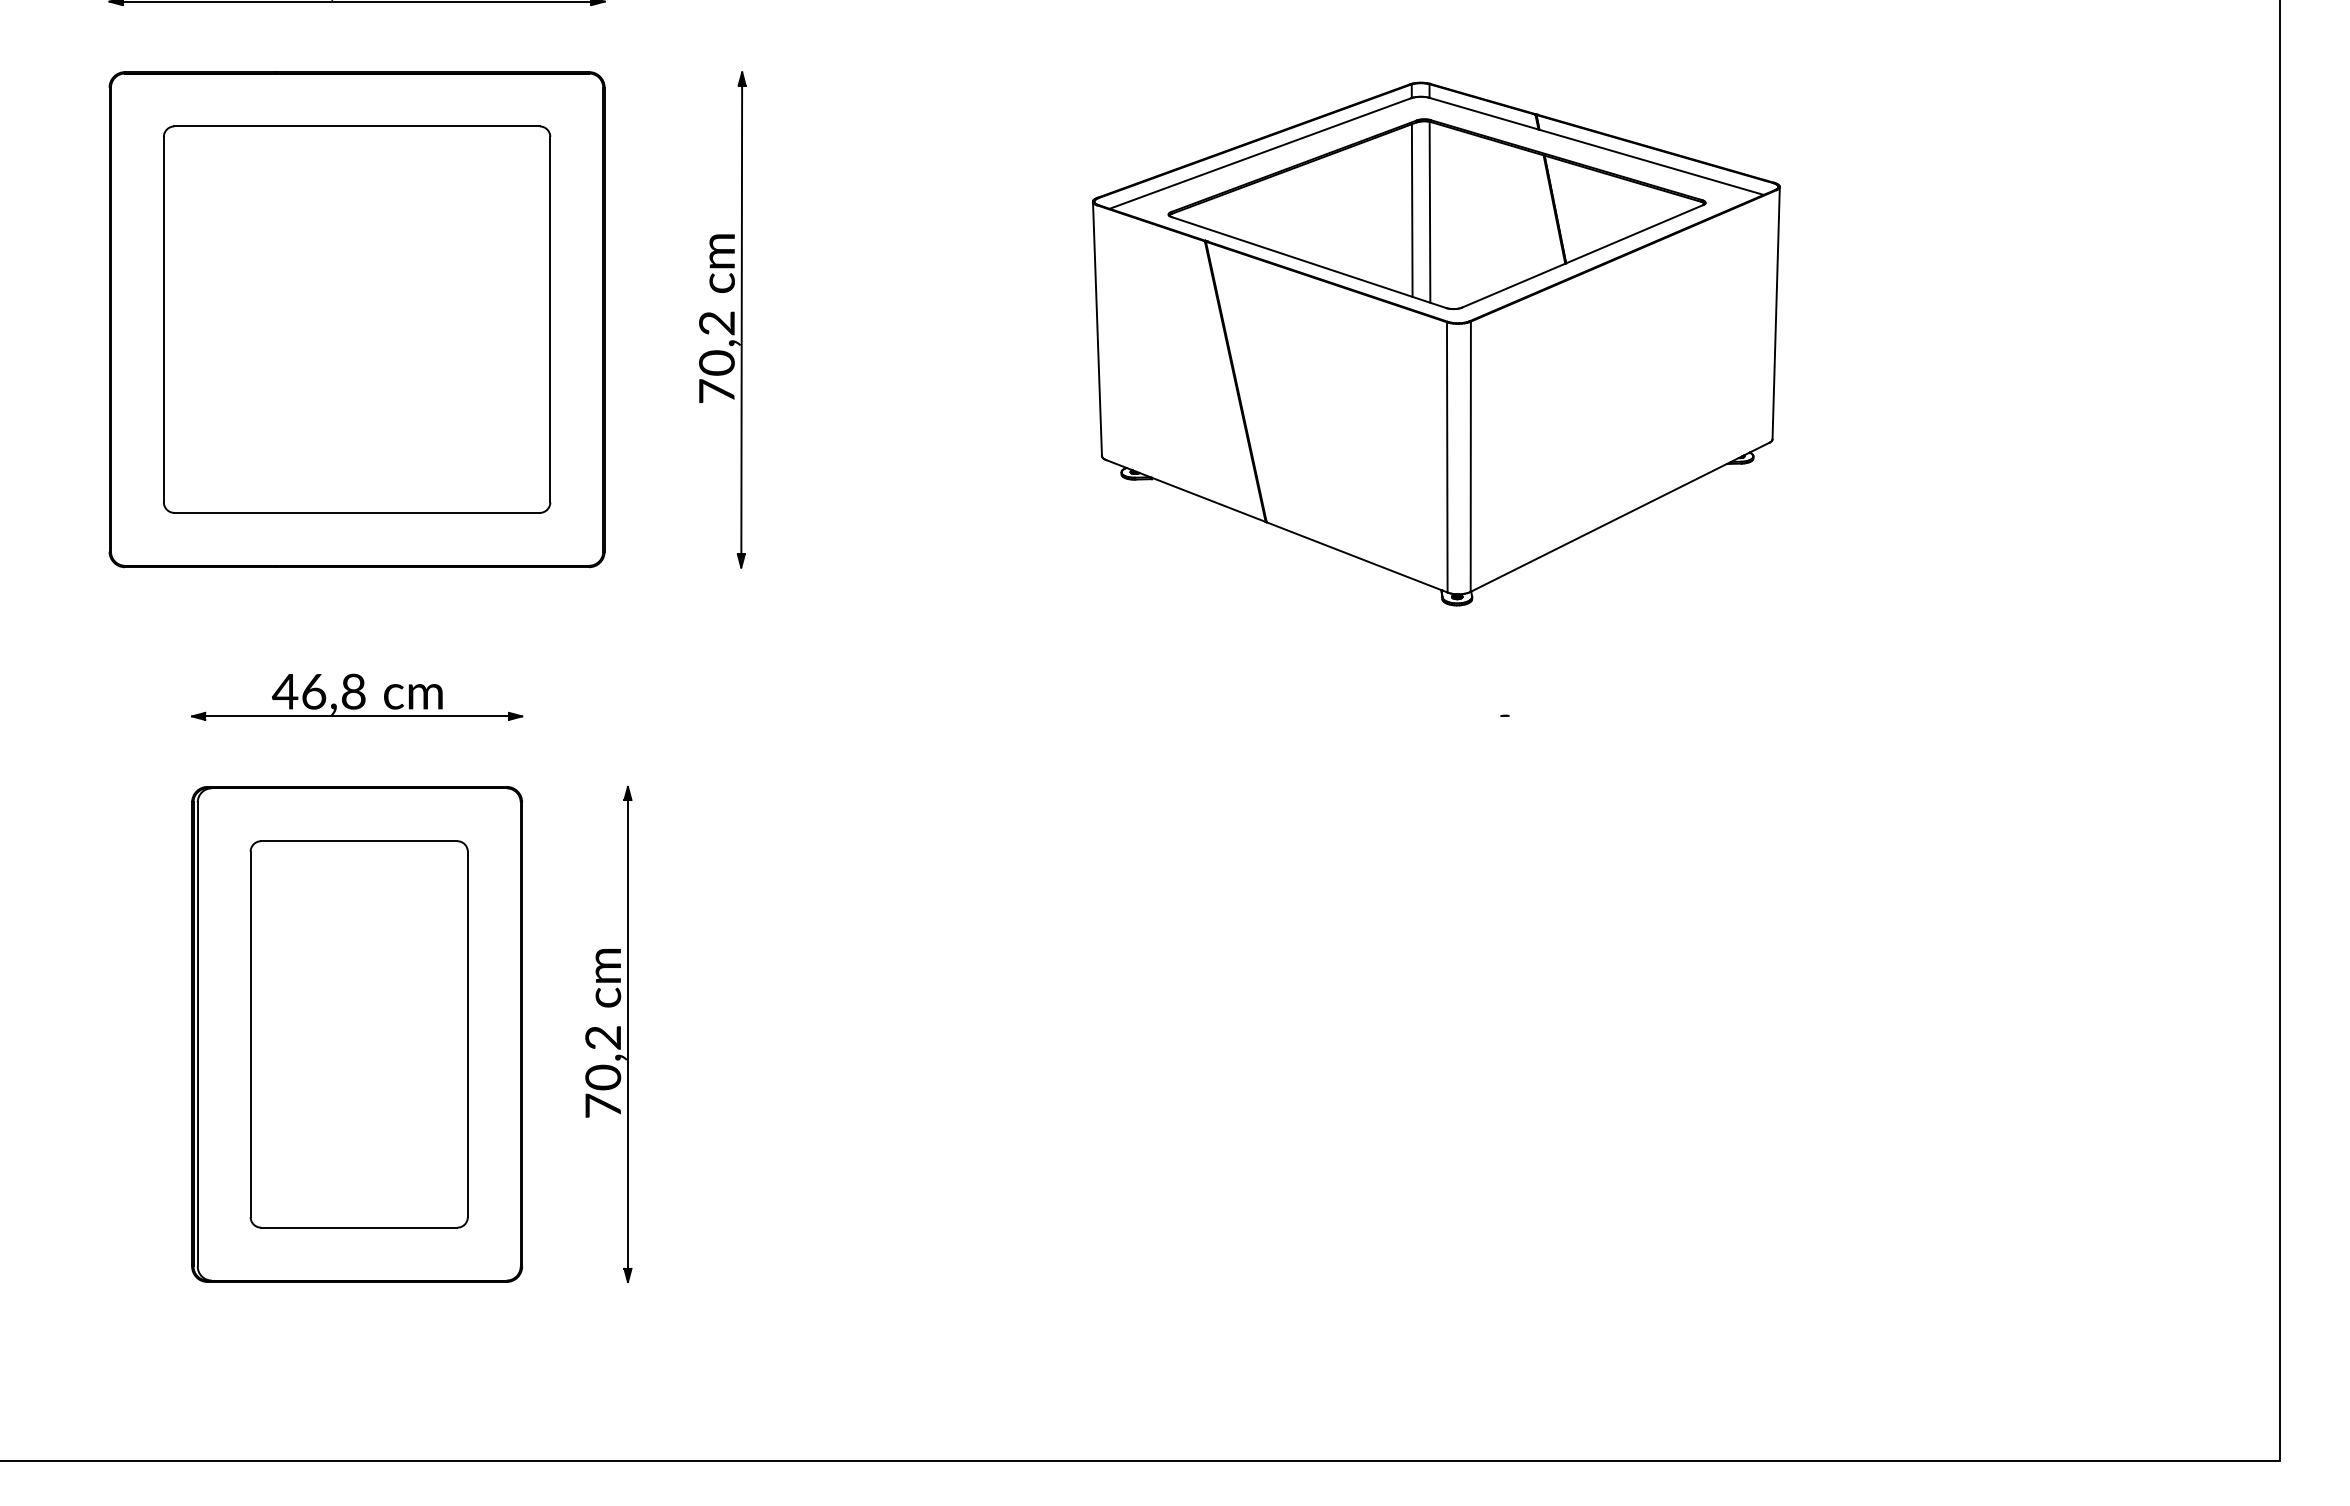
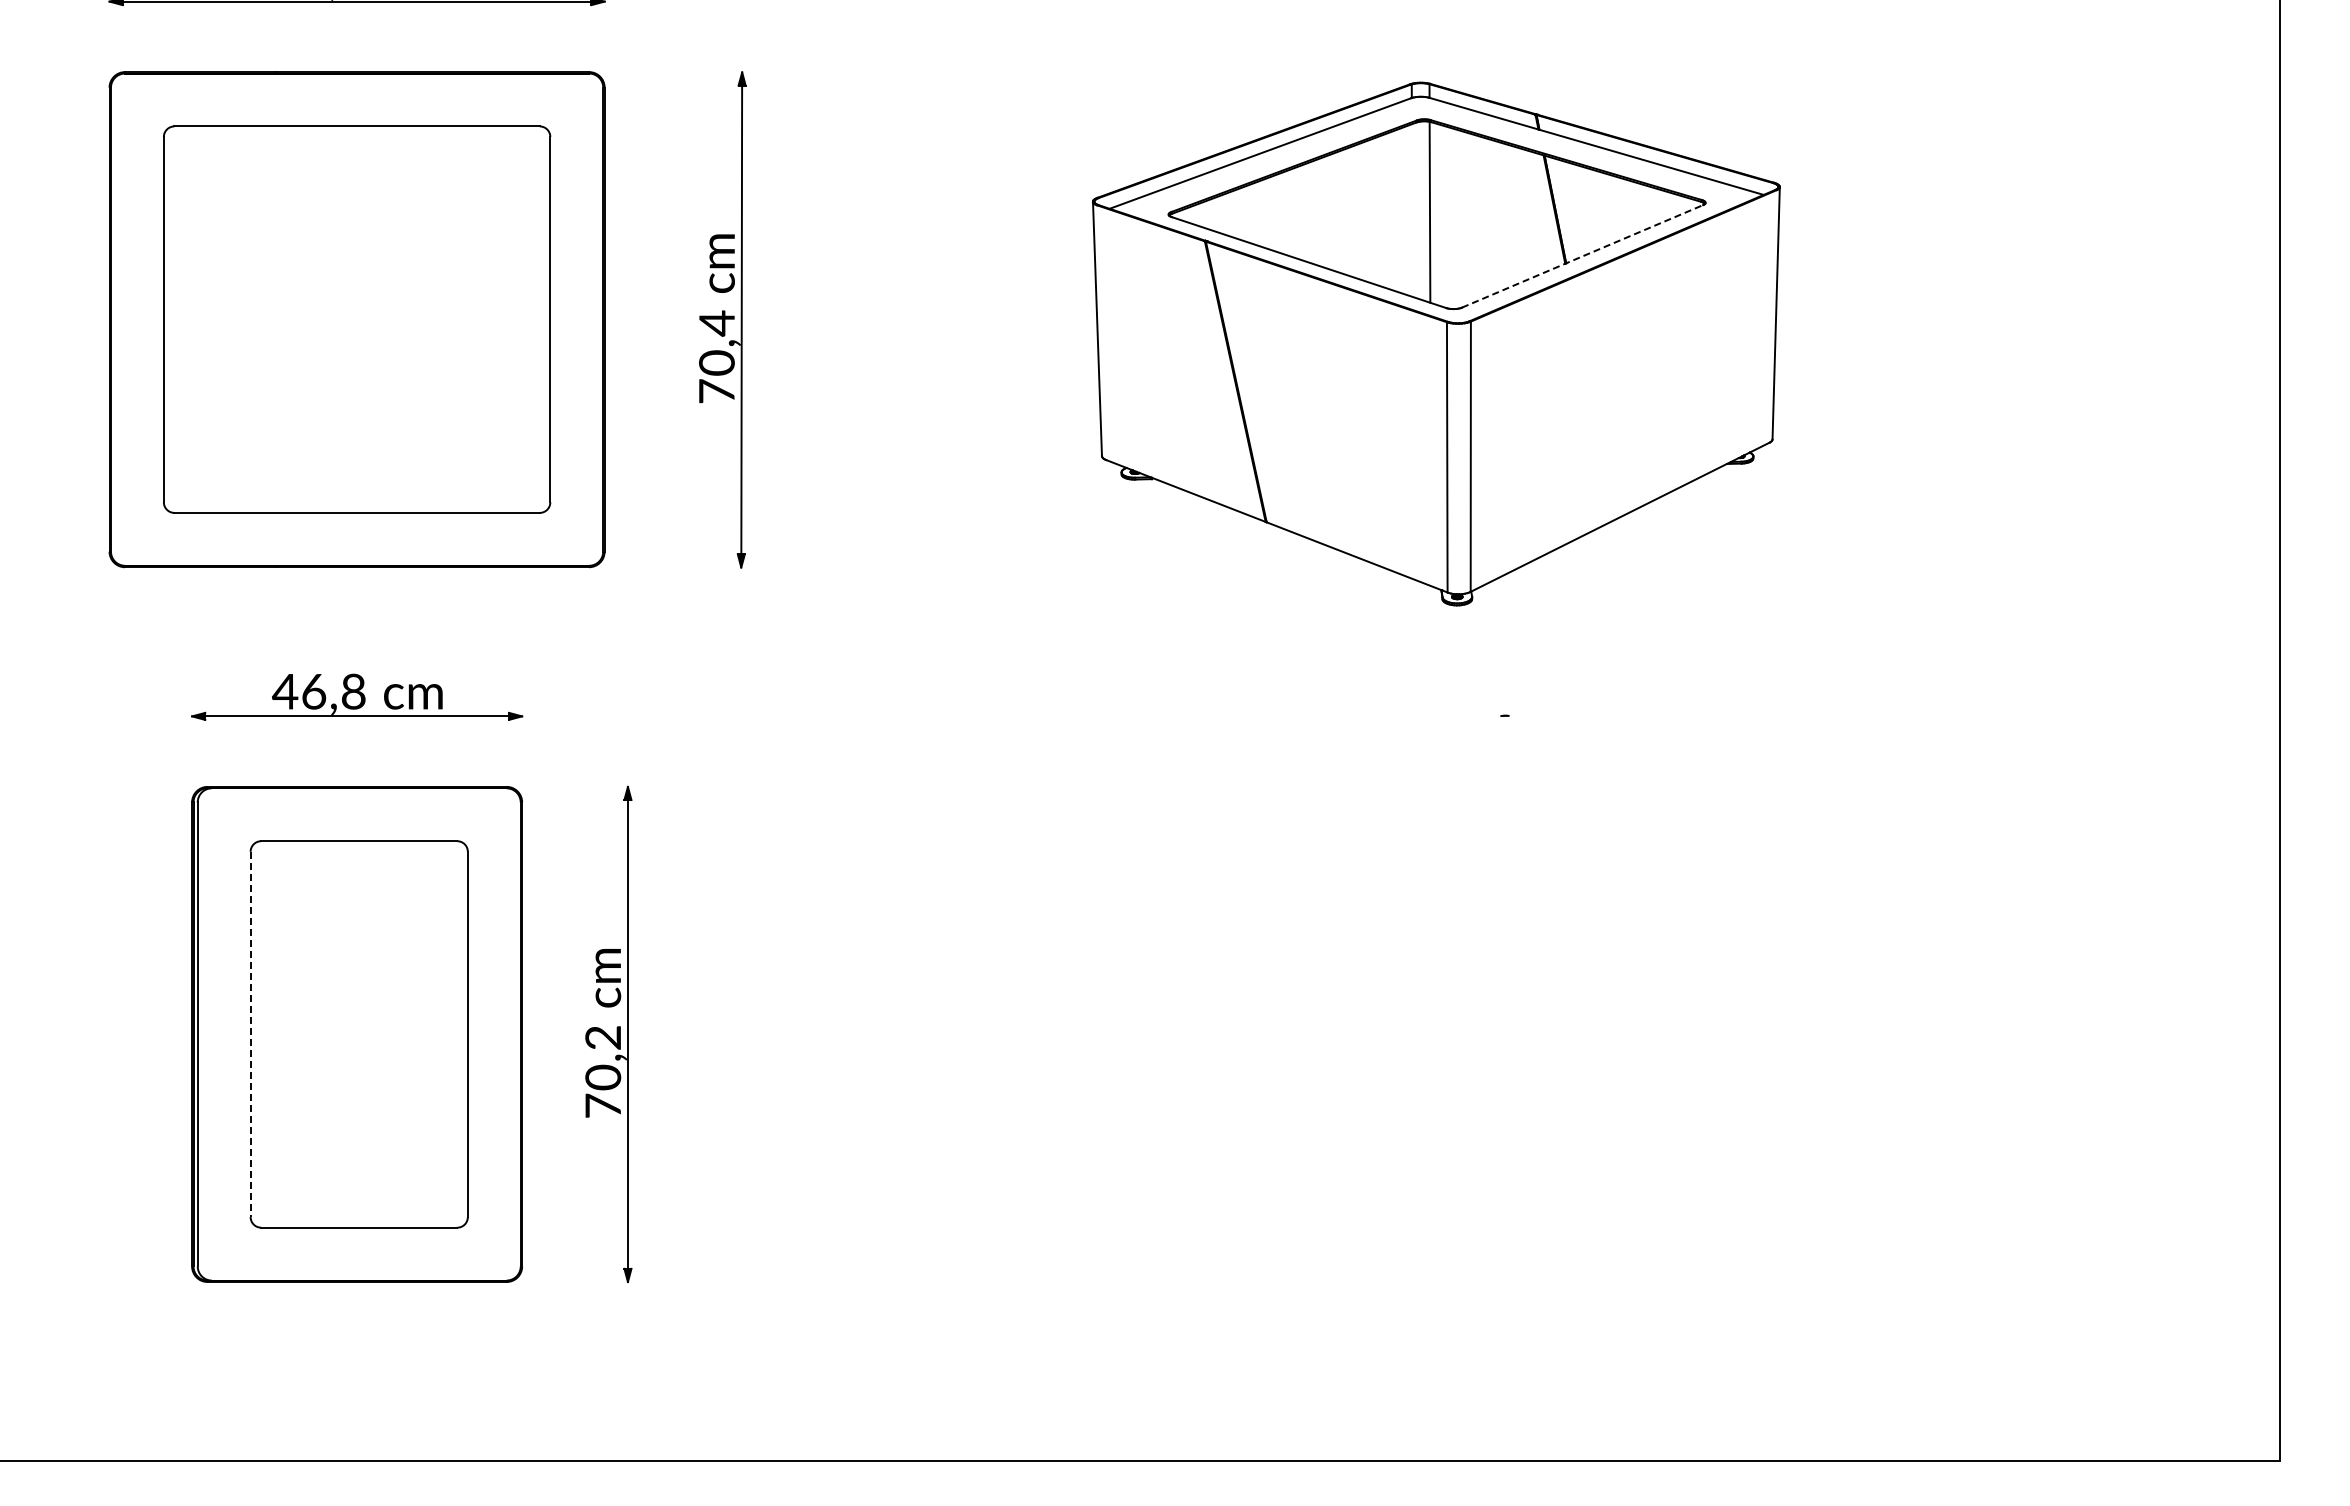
line at (1411, 210): present -> none
line at (1582, 256): solid -> dashed
text at (716, 323): 70,2 -> 70,4
line at (250, 1034): solid -> dashed
